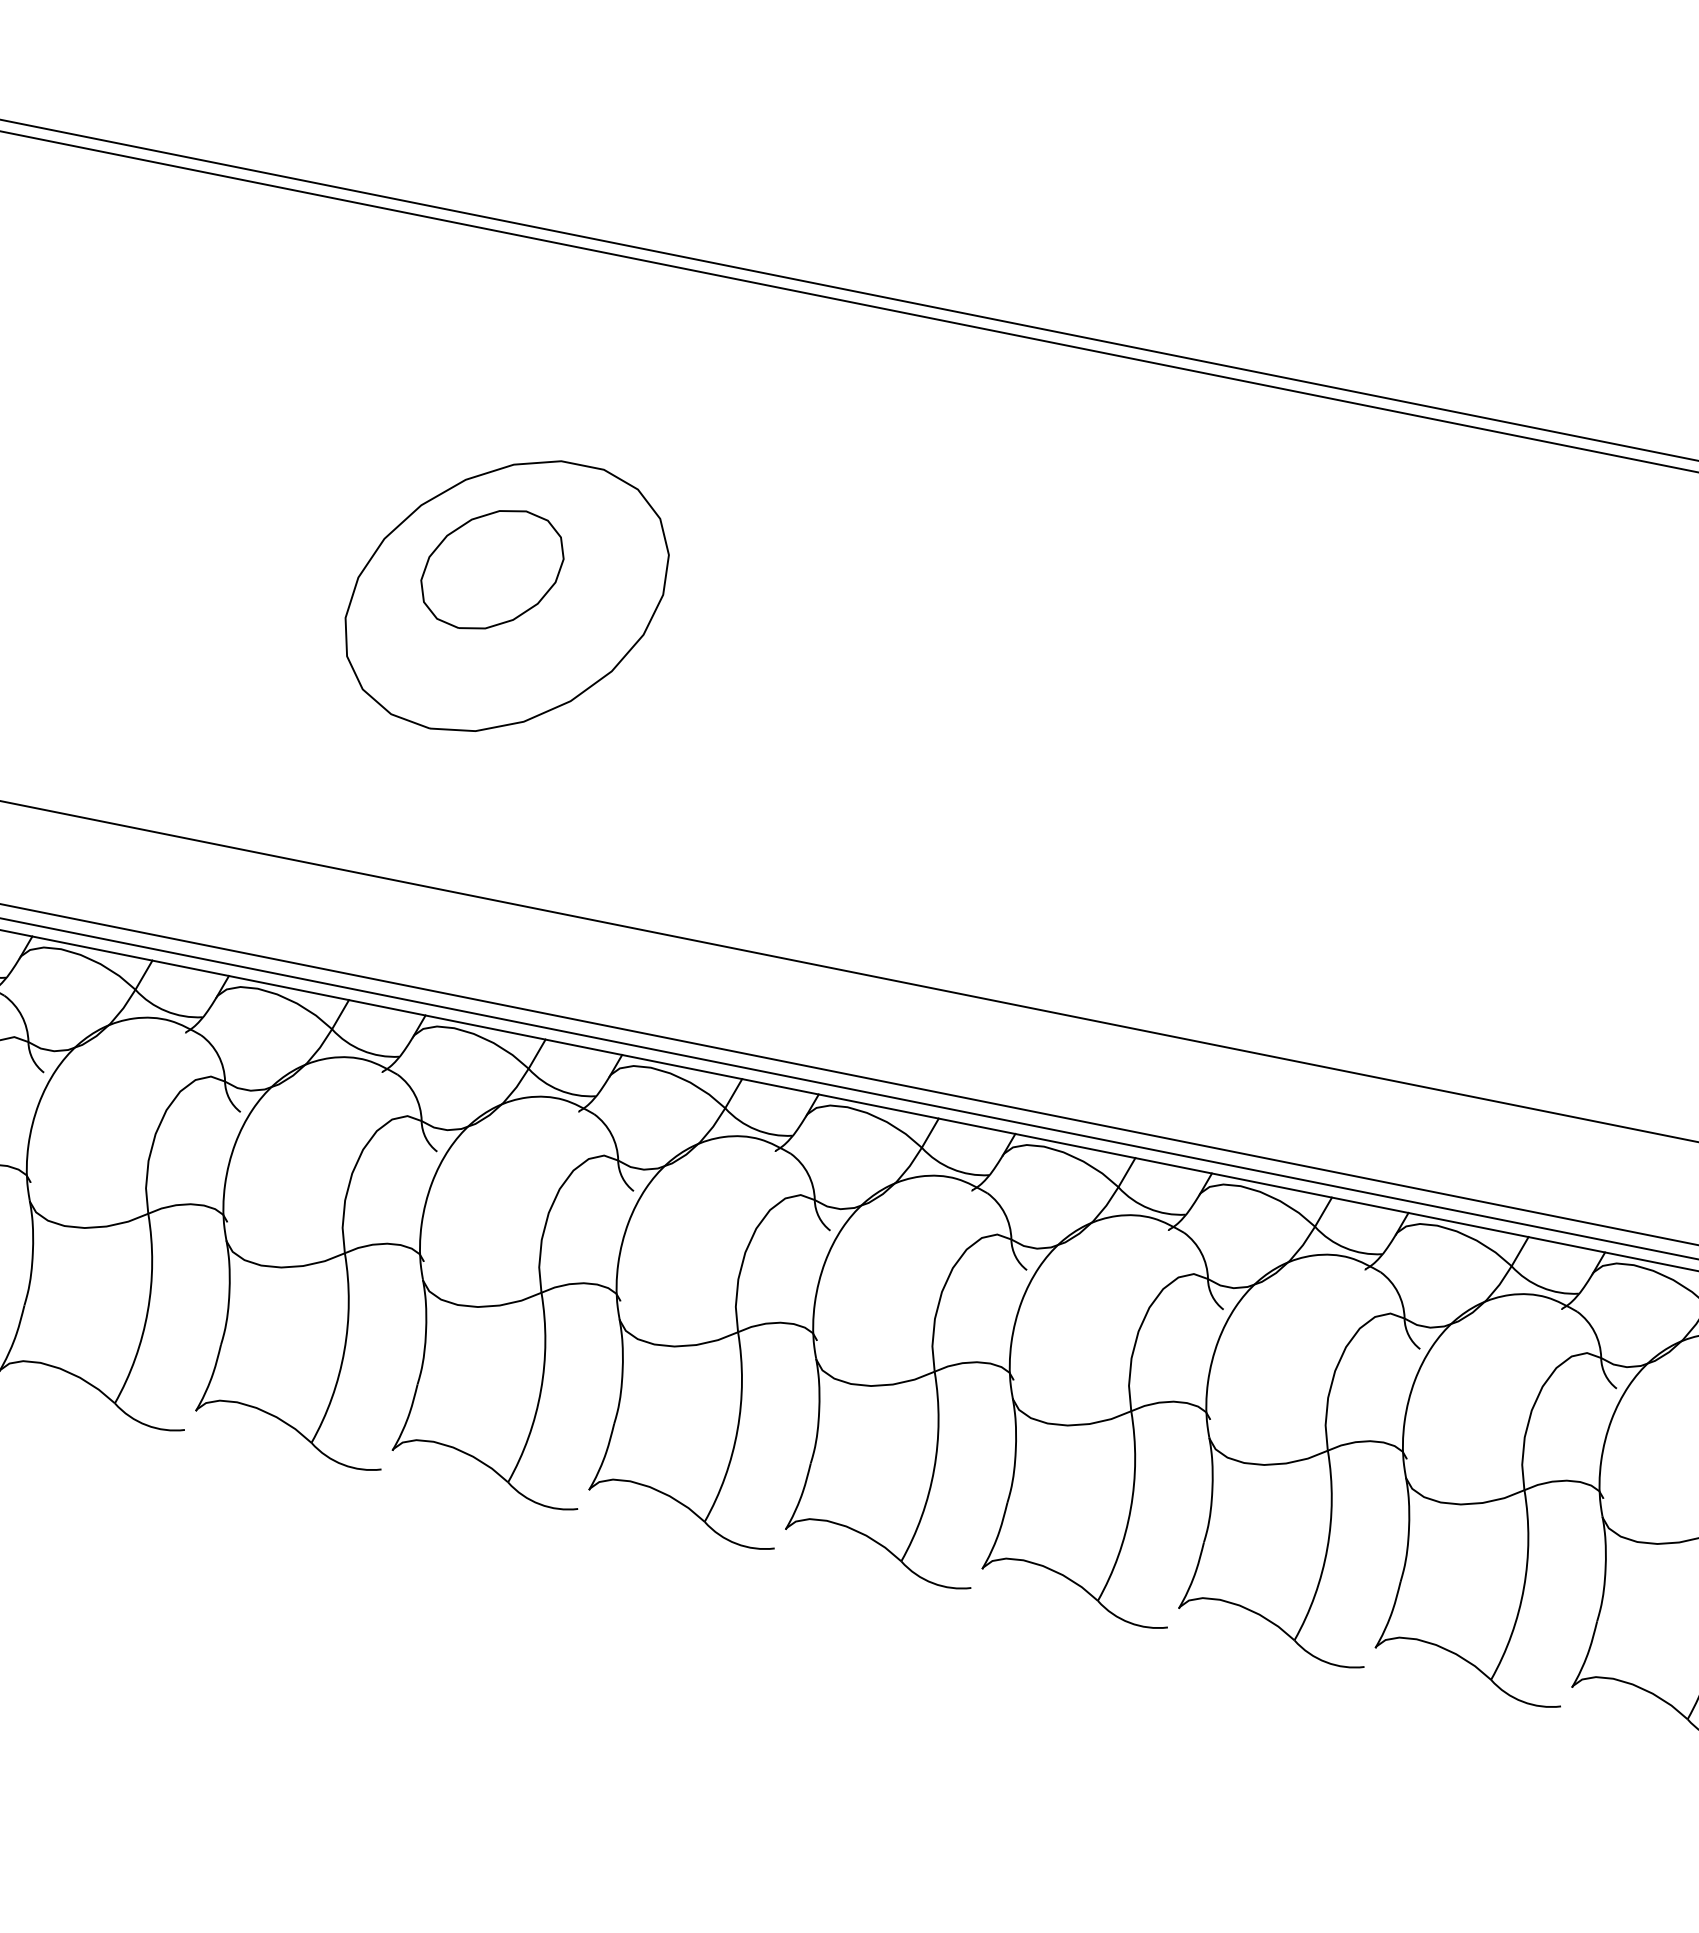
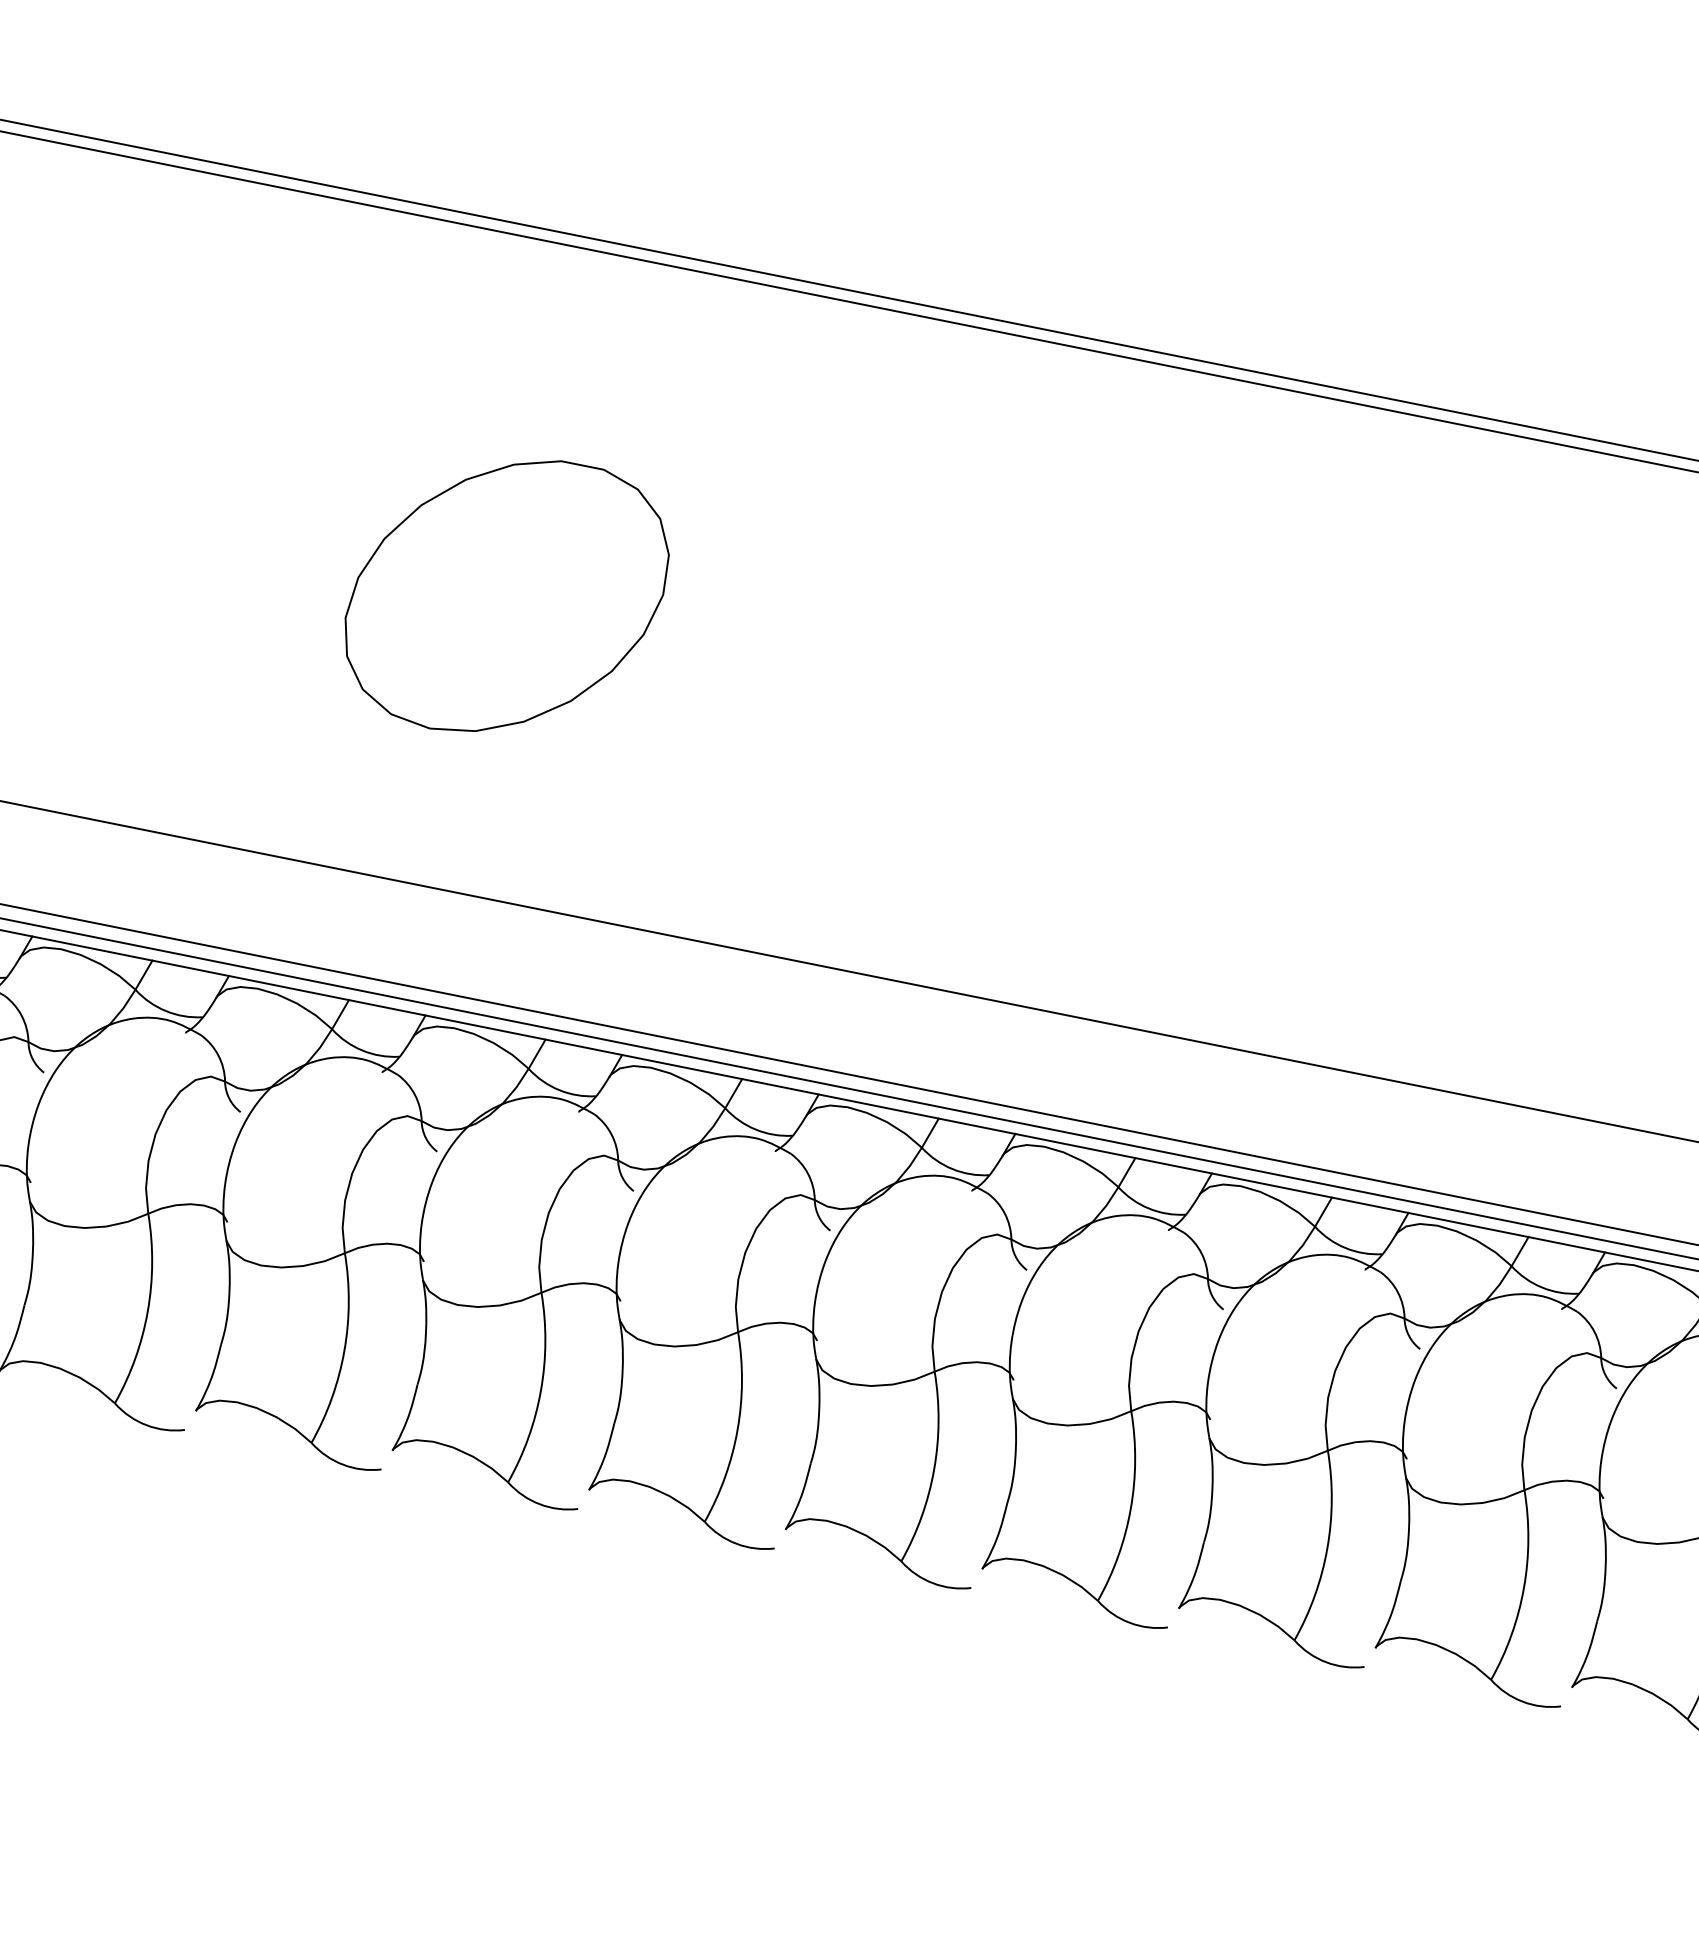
part at (492, 569): present -> none
